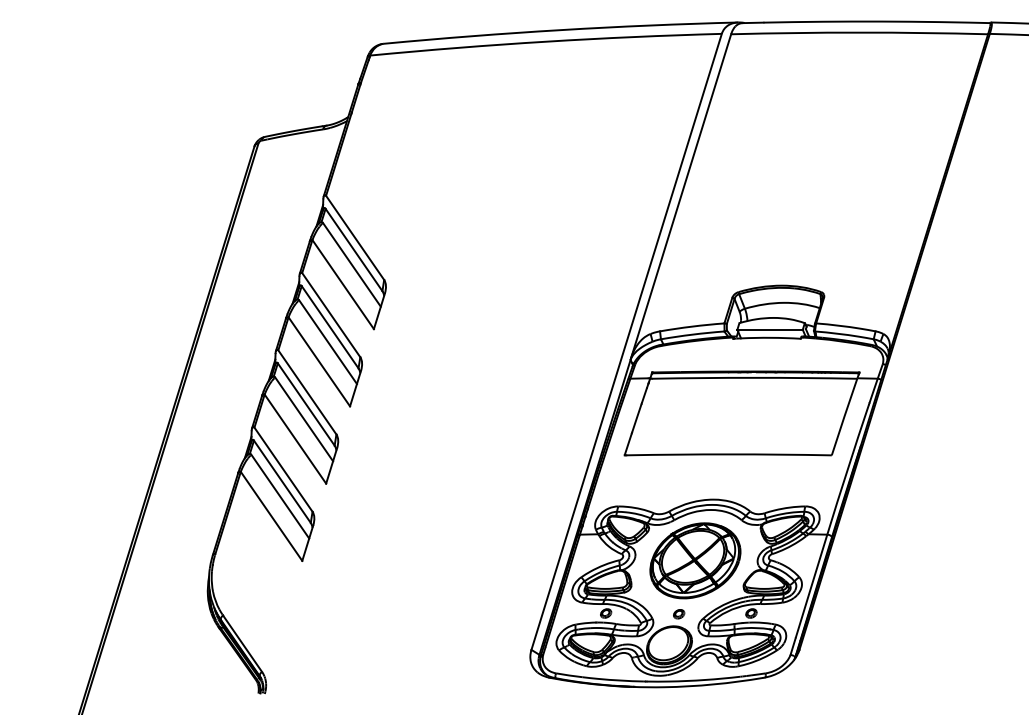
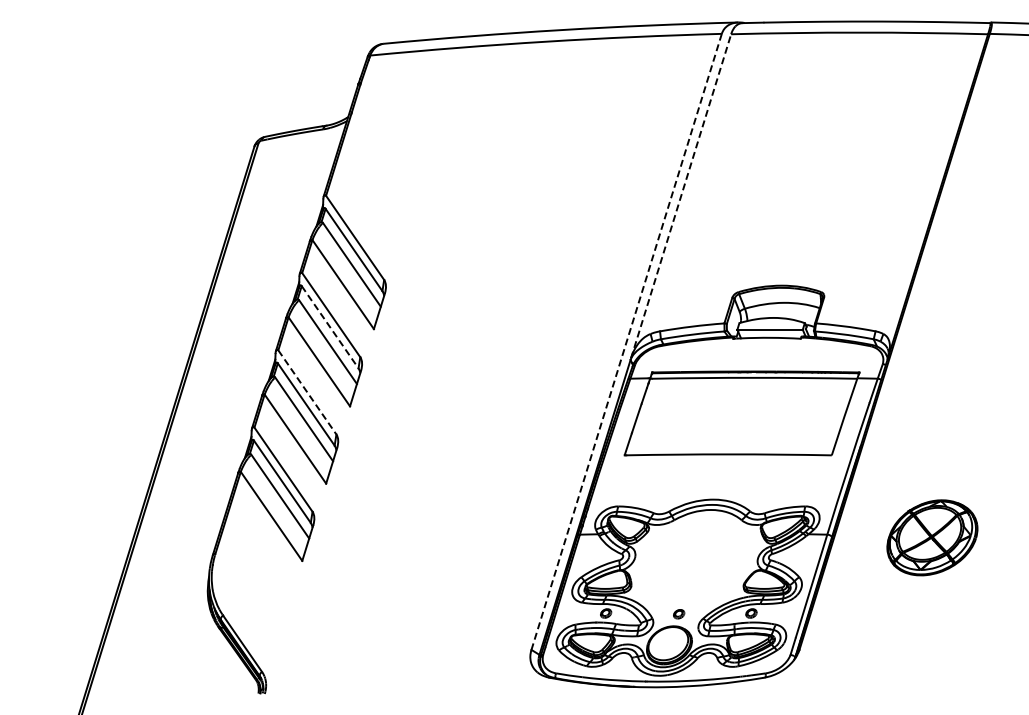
line at (681, 196): solid -> dashed
line at (330, 327): solid -> dashed
line at (626, 342): solid -> dashed
line at (307, 392): solid -> dashed
part at (695, 560) position: (695, 560) -> (932, 537)
